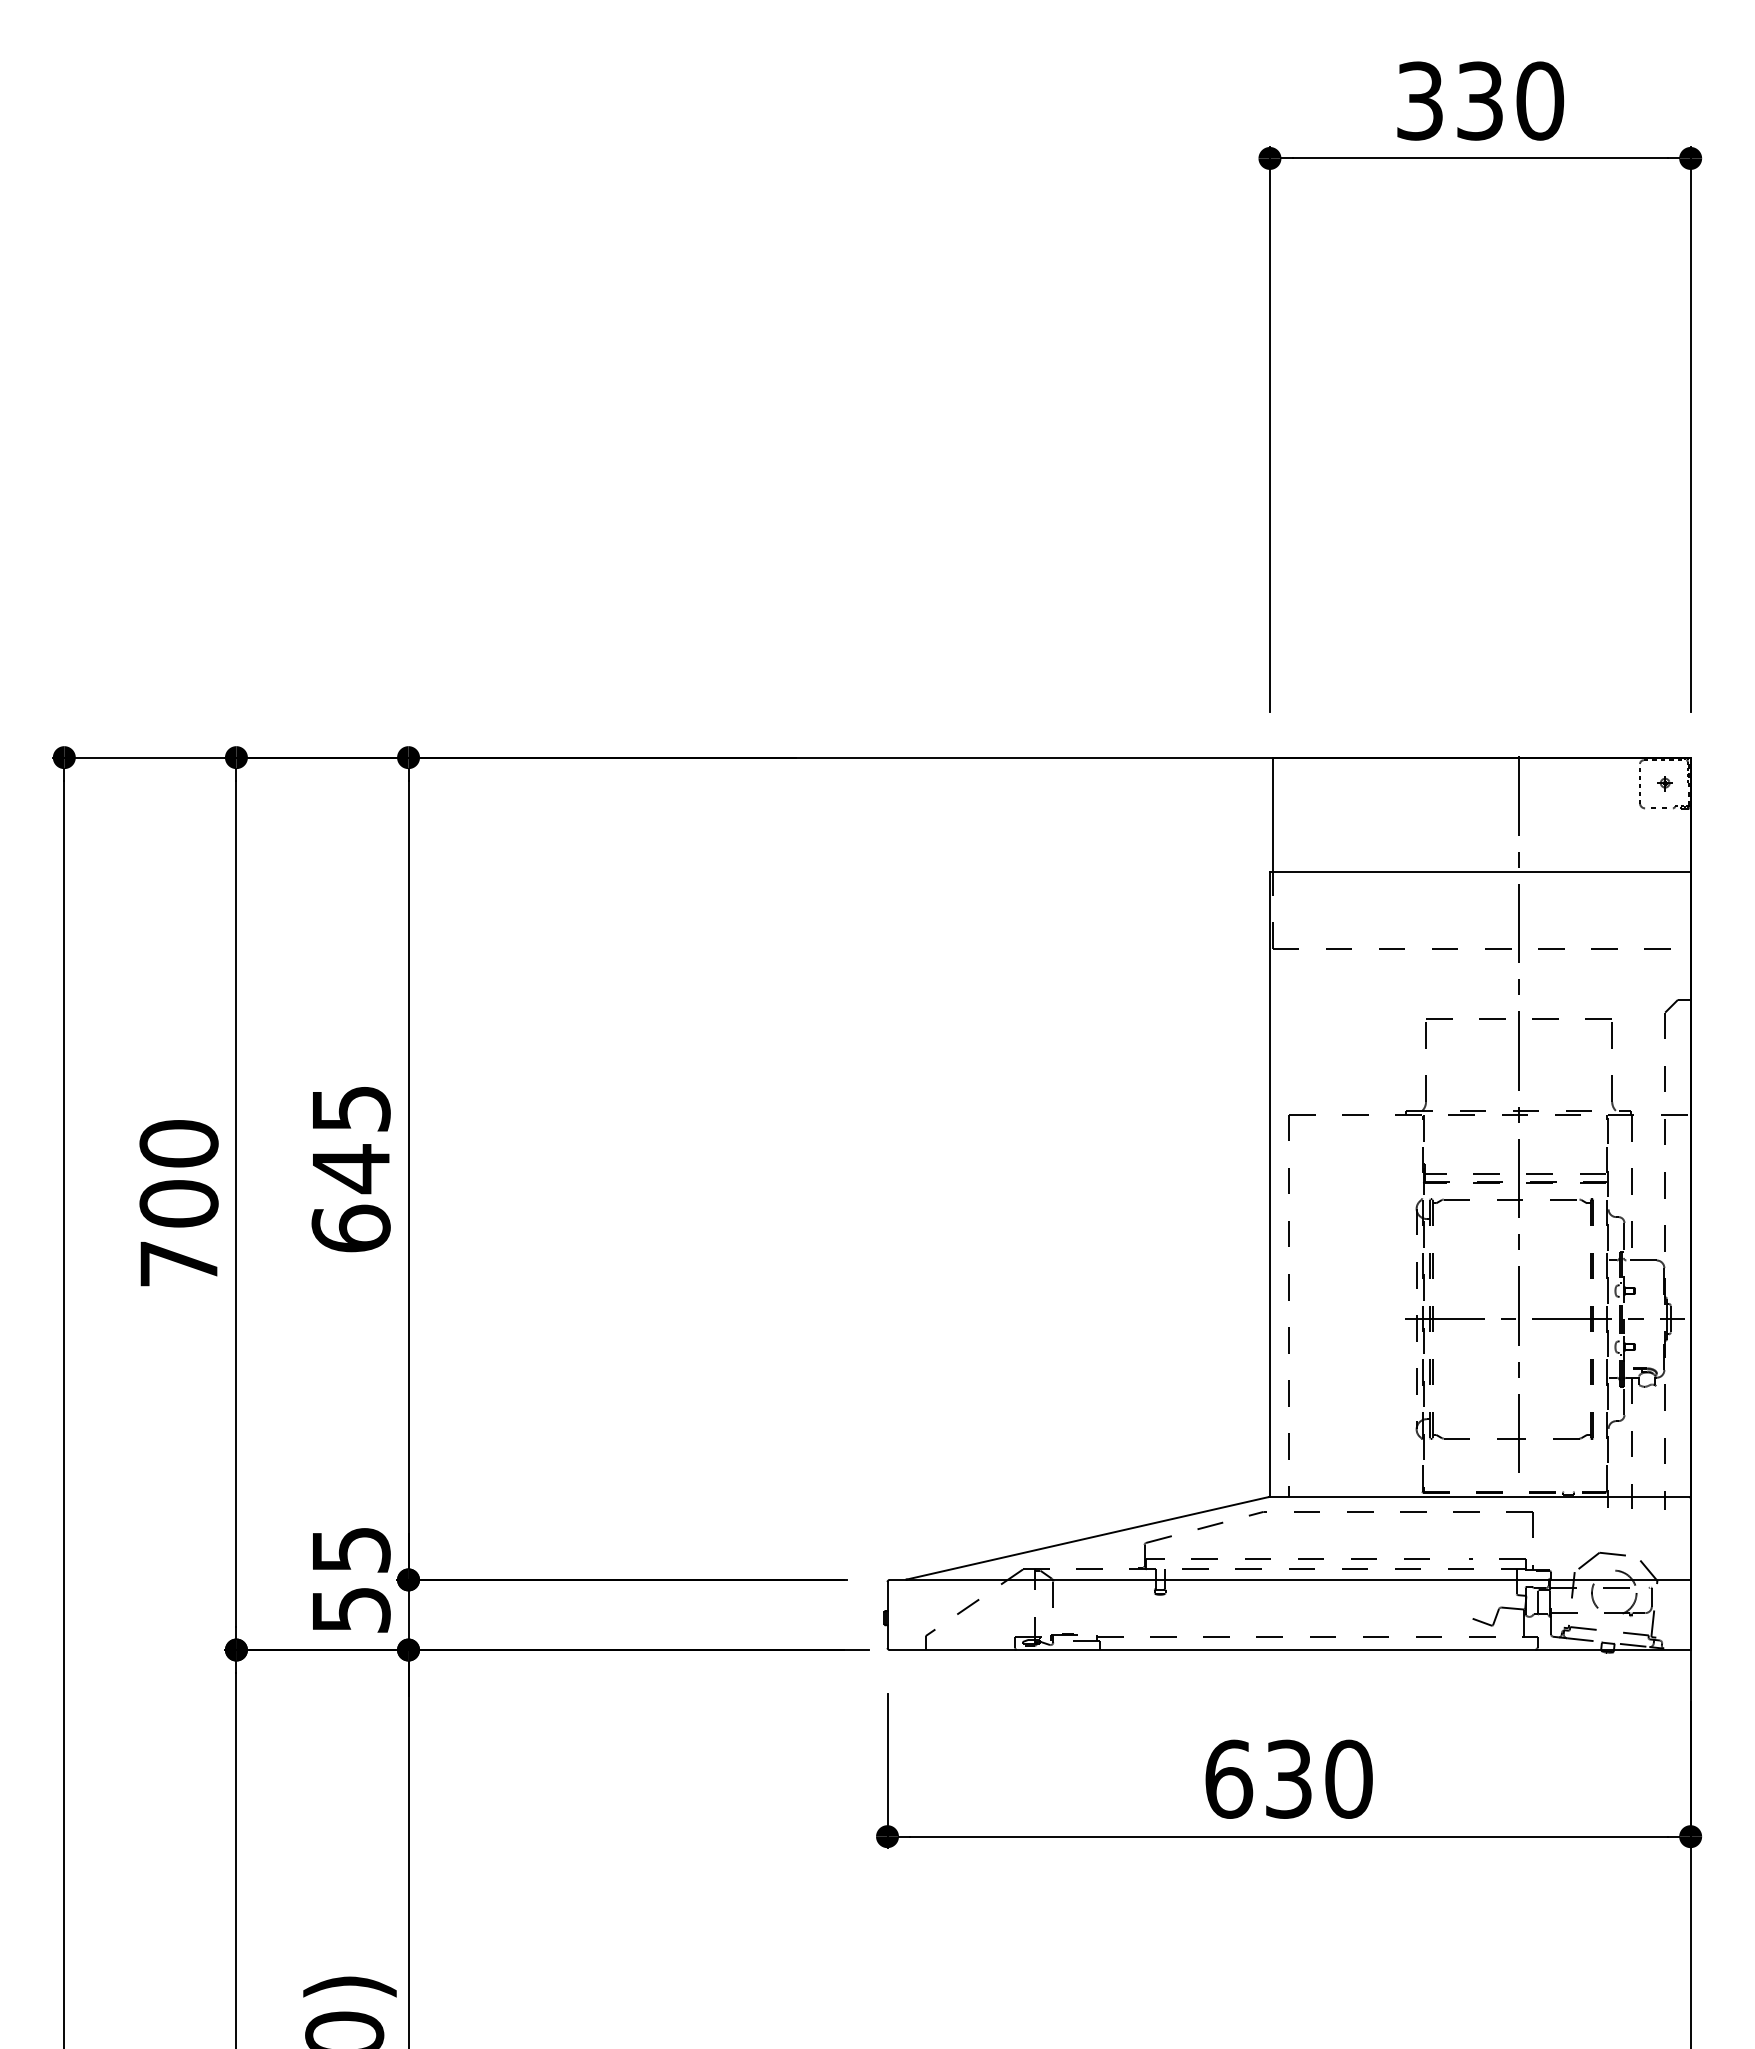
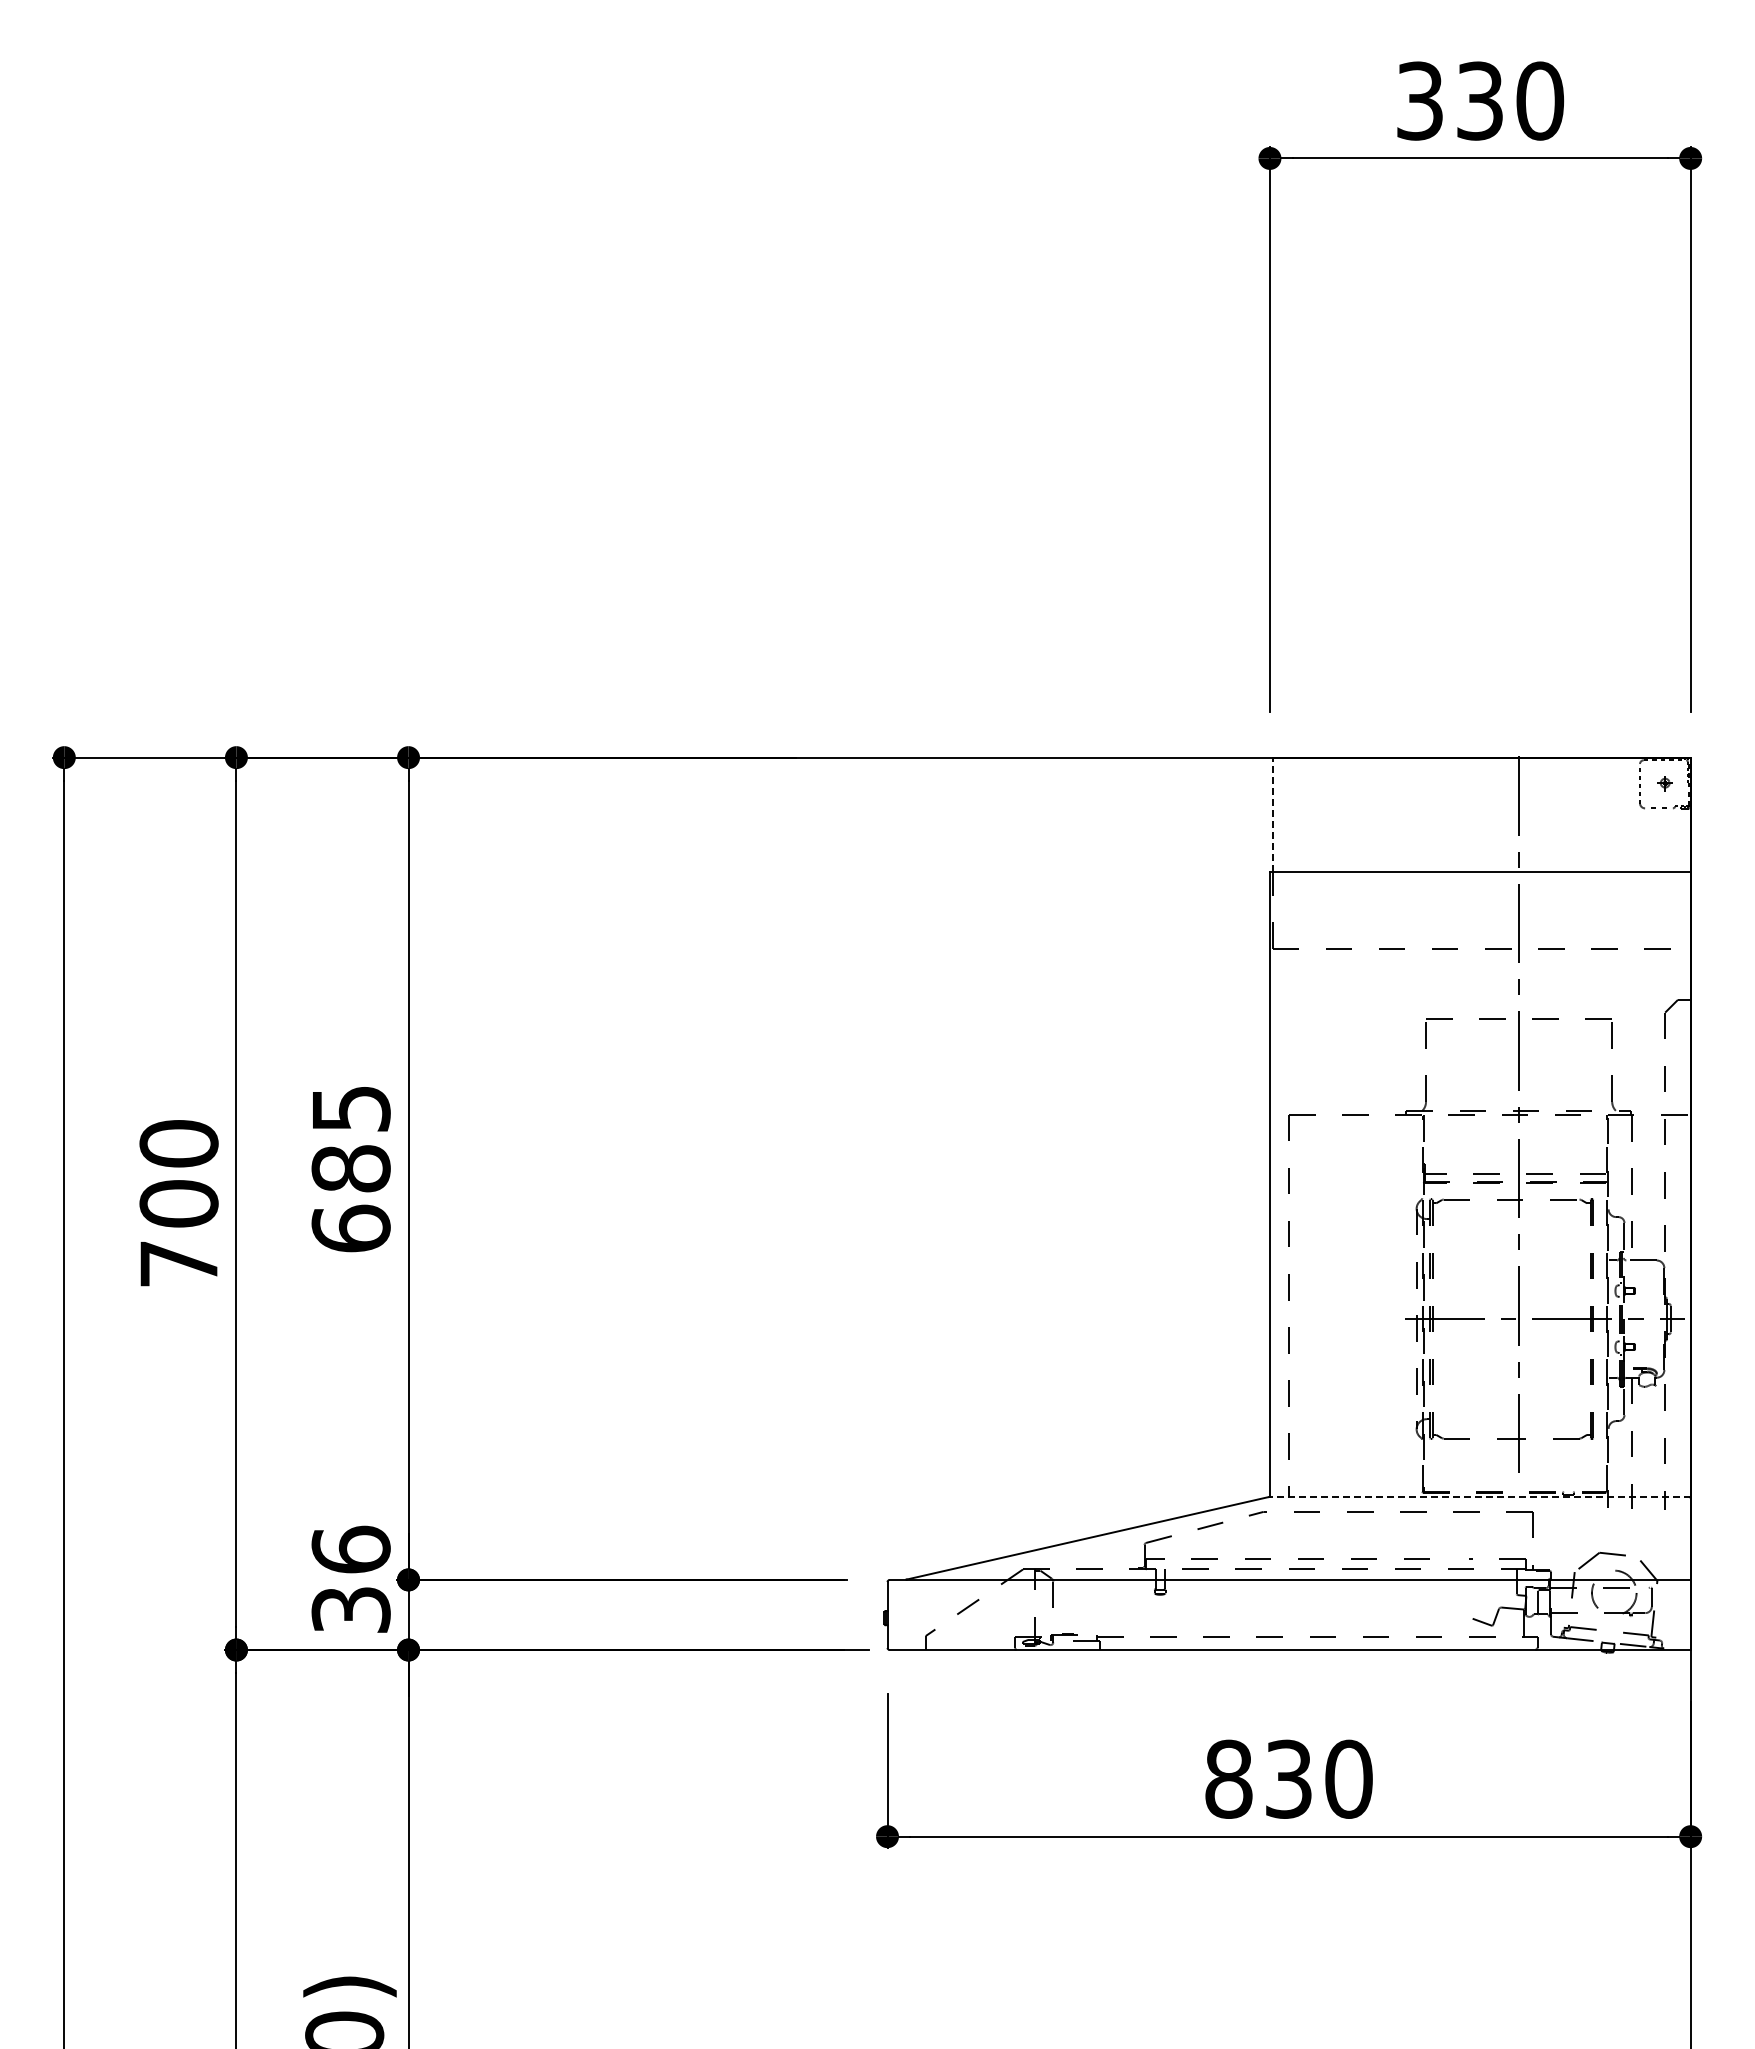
line at (1272, 814): solid -> dashed
text at (350, 1169): 645 -> 685
line at (1479, 1497): solid -> dashed
text at (350, 1578): 55 -> 36
text at (1229, 1778): 630 -> 830
